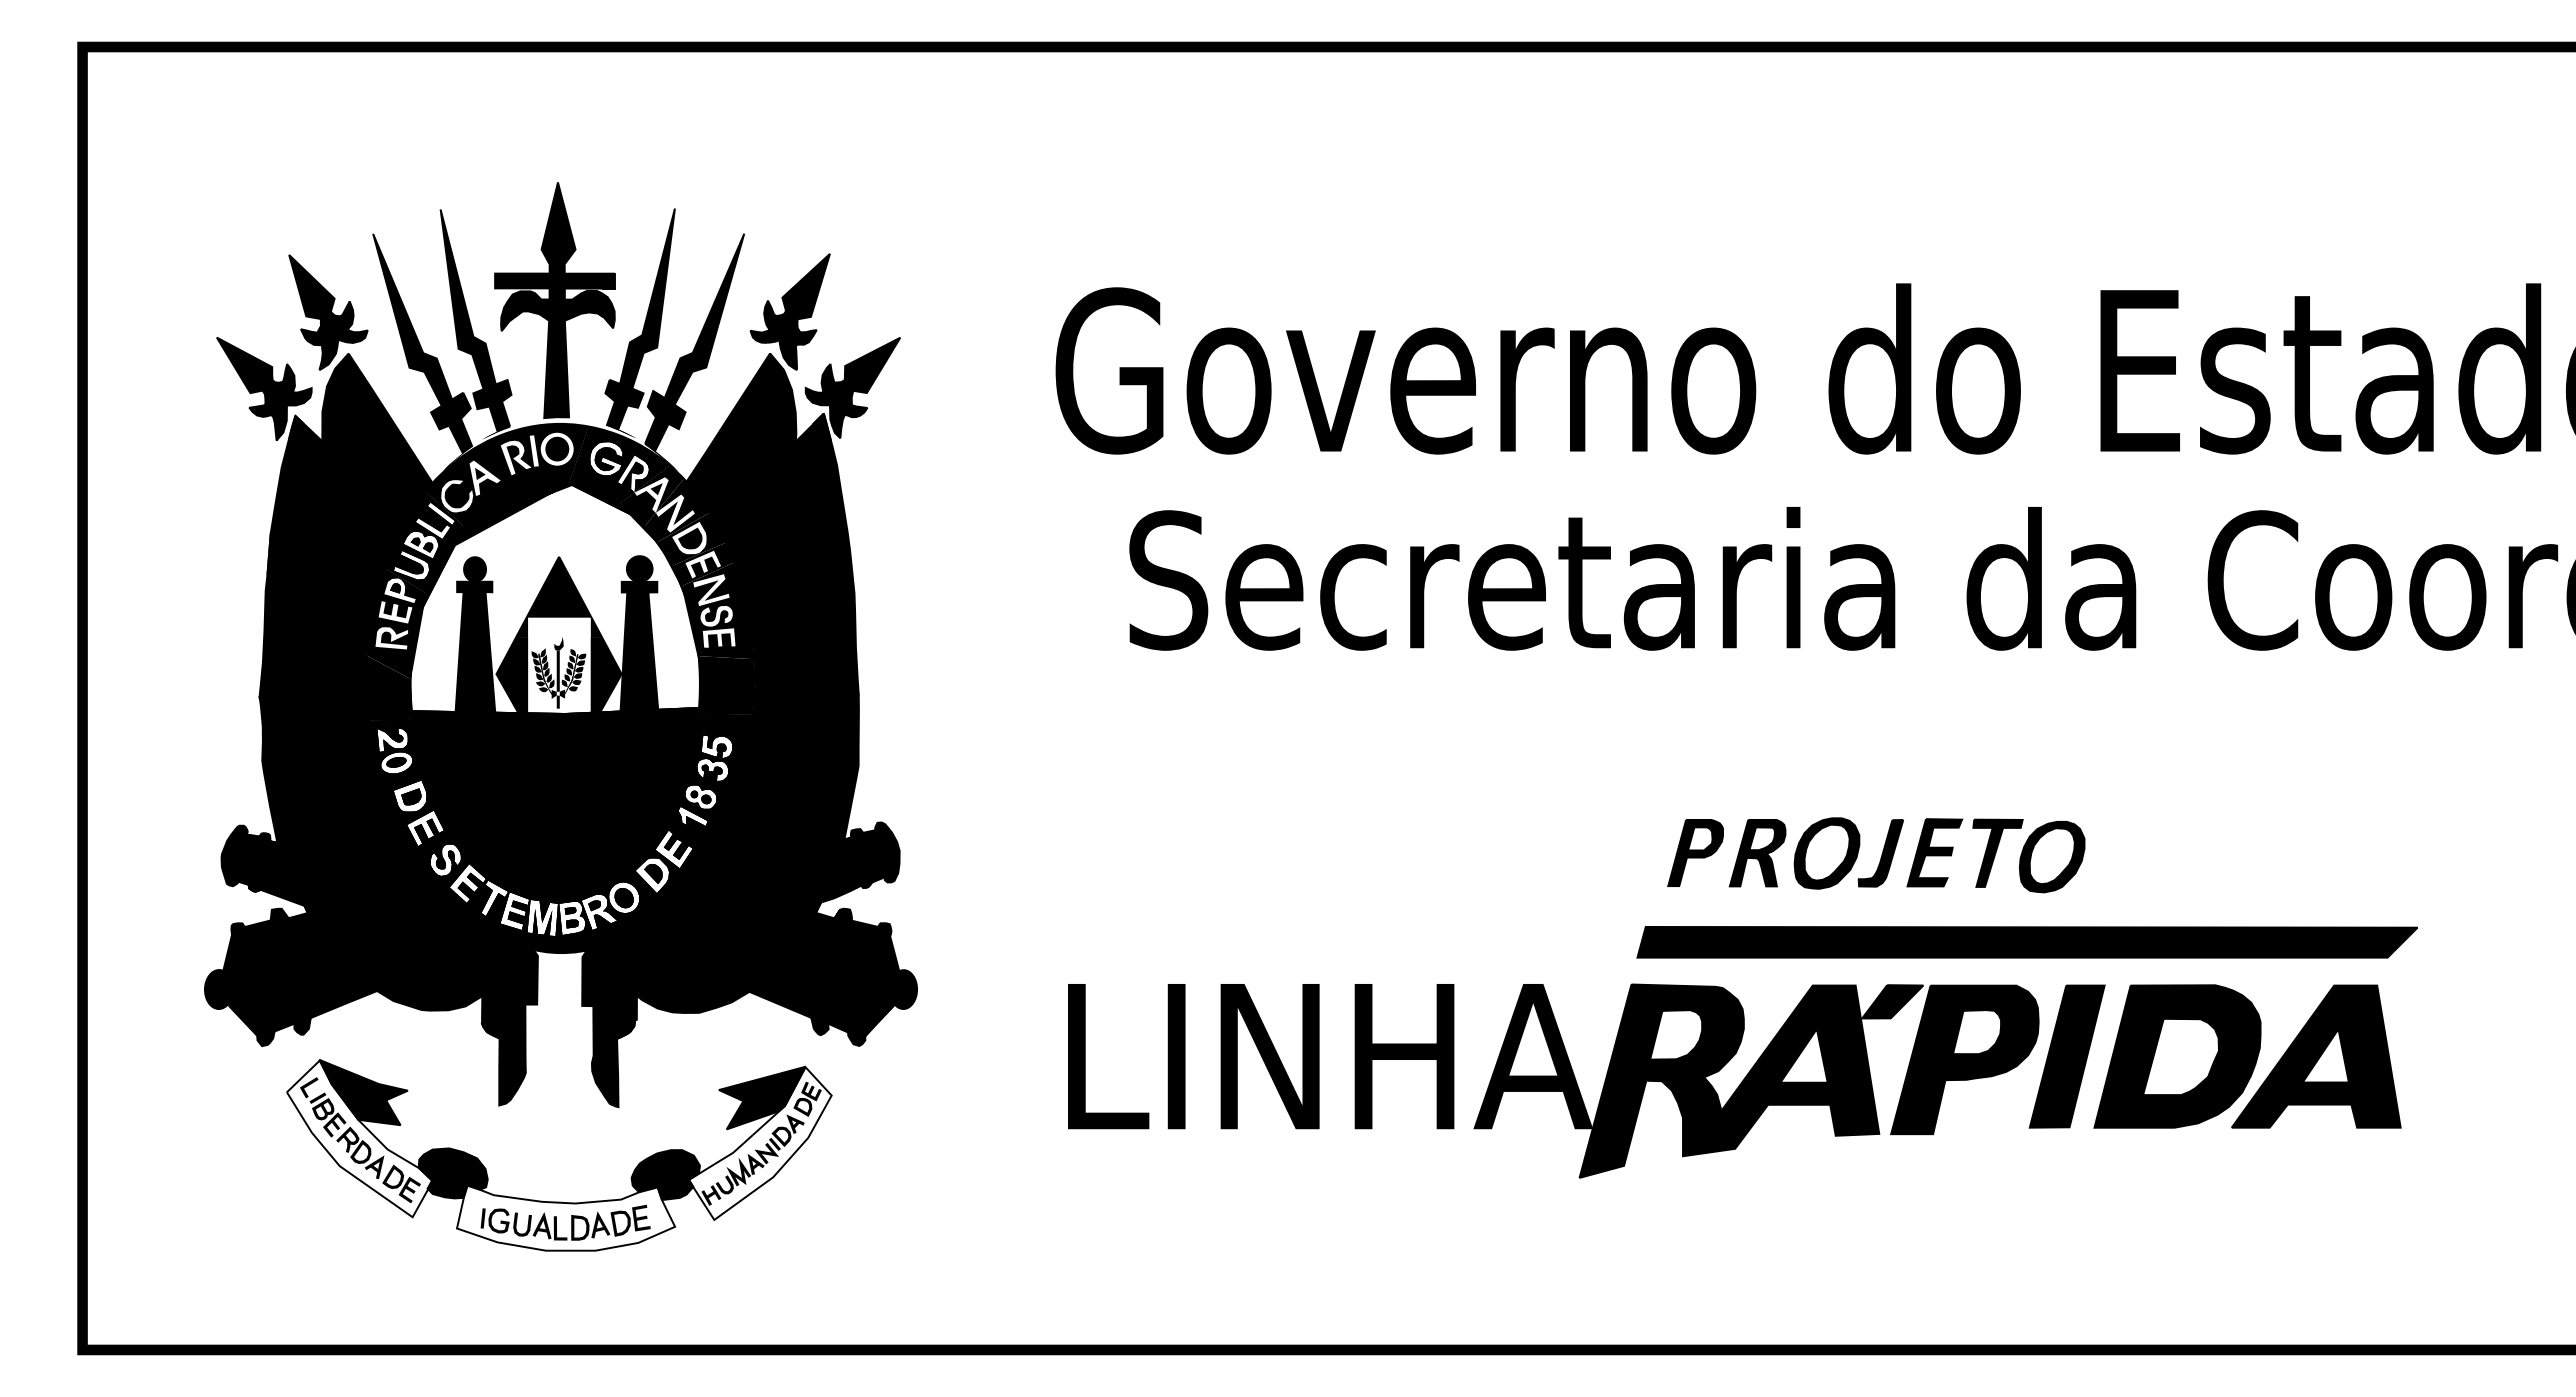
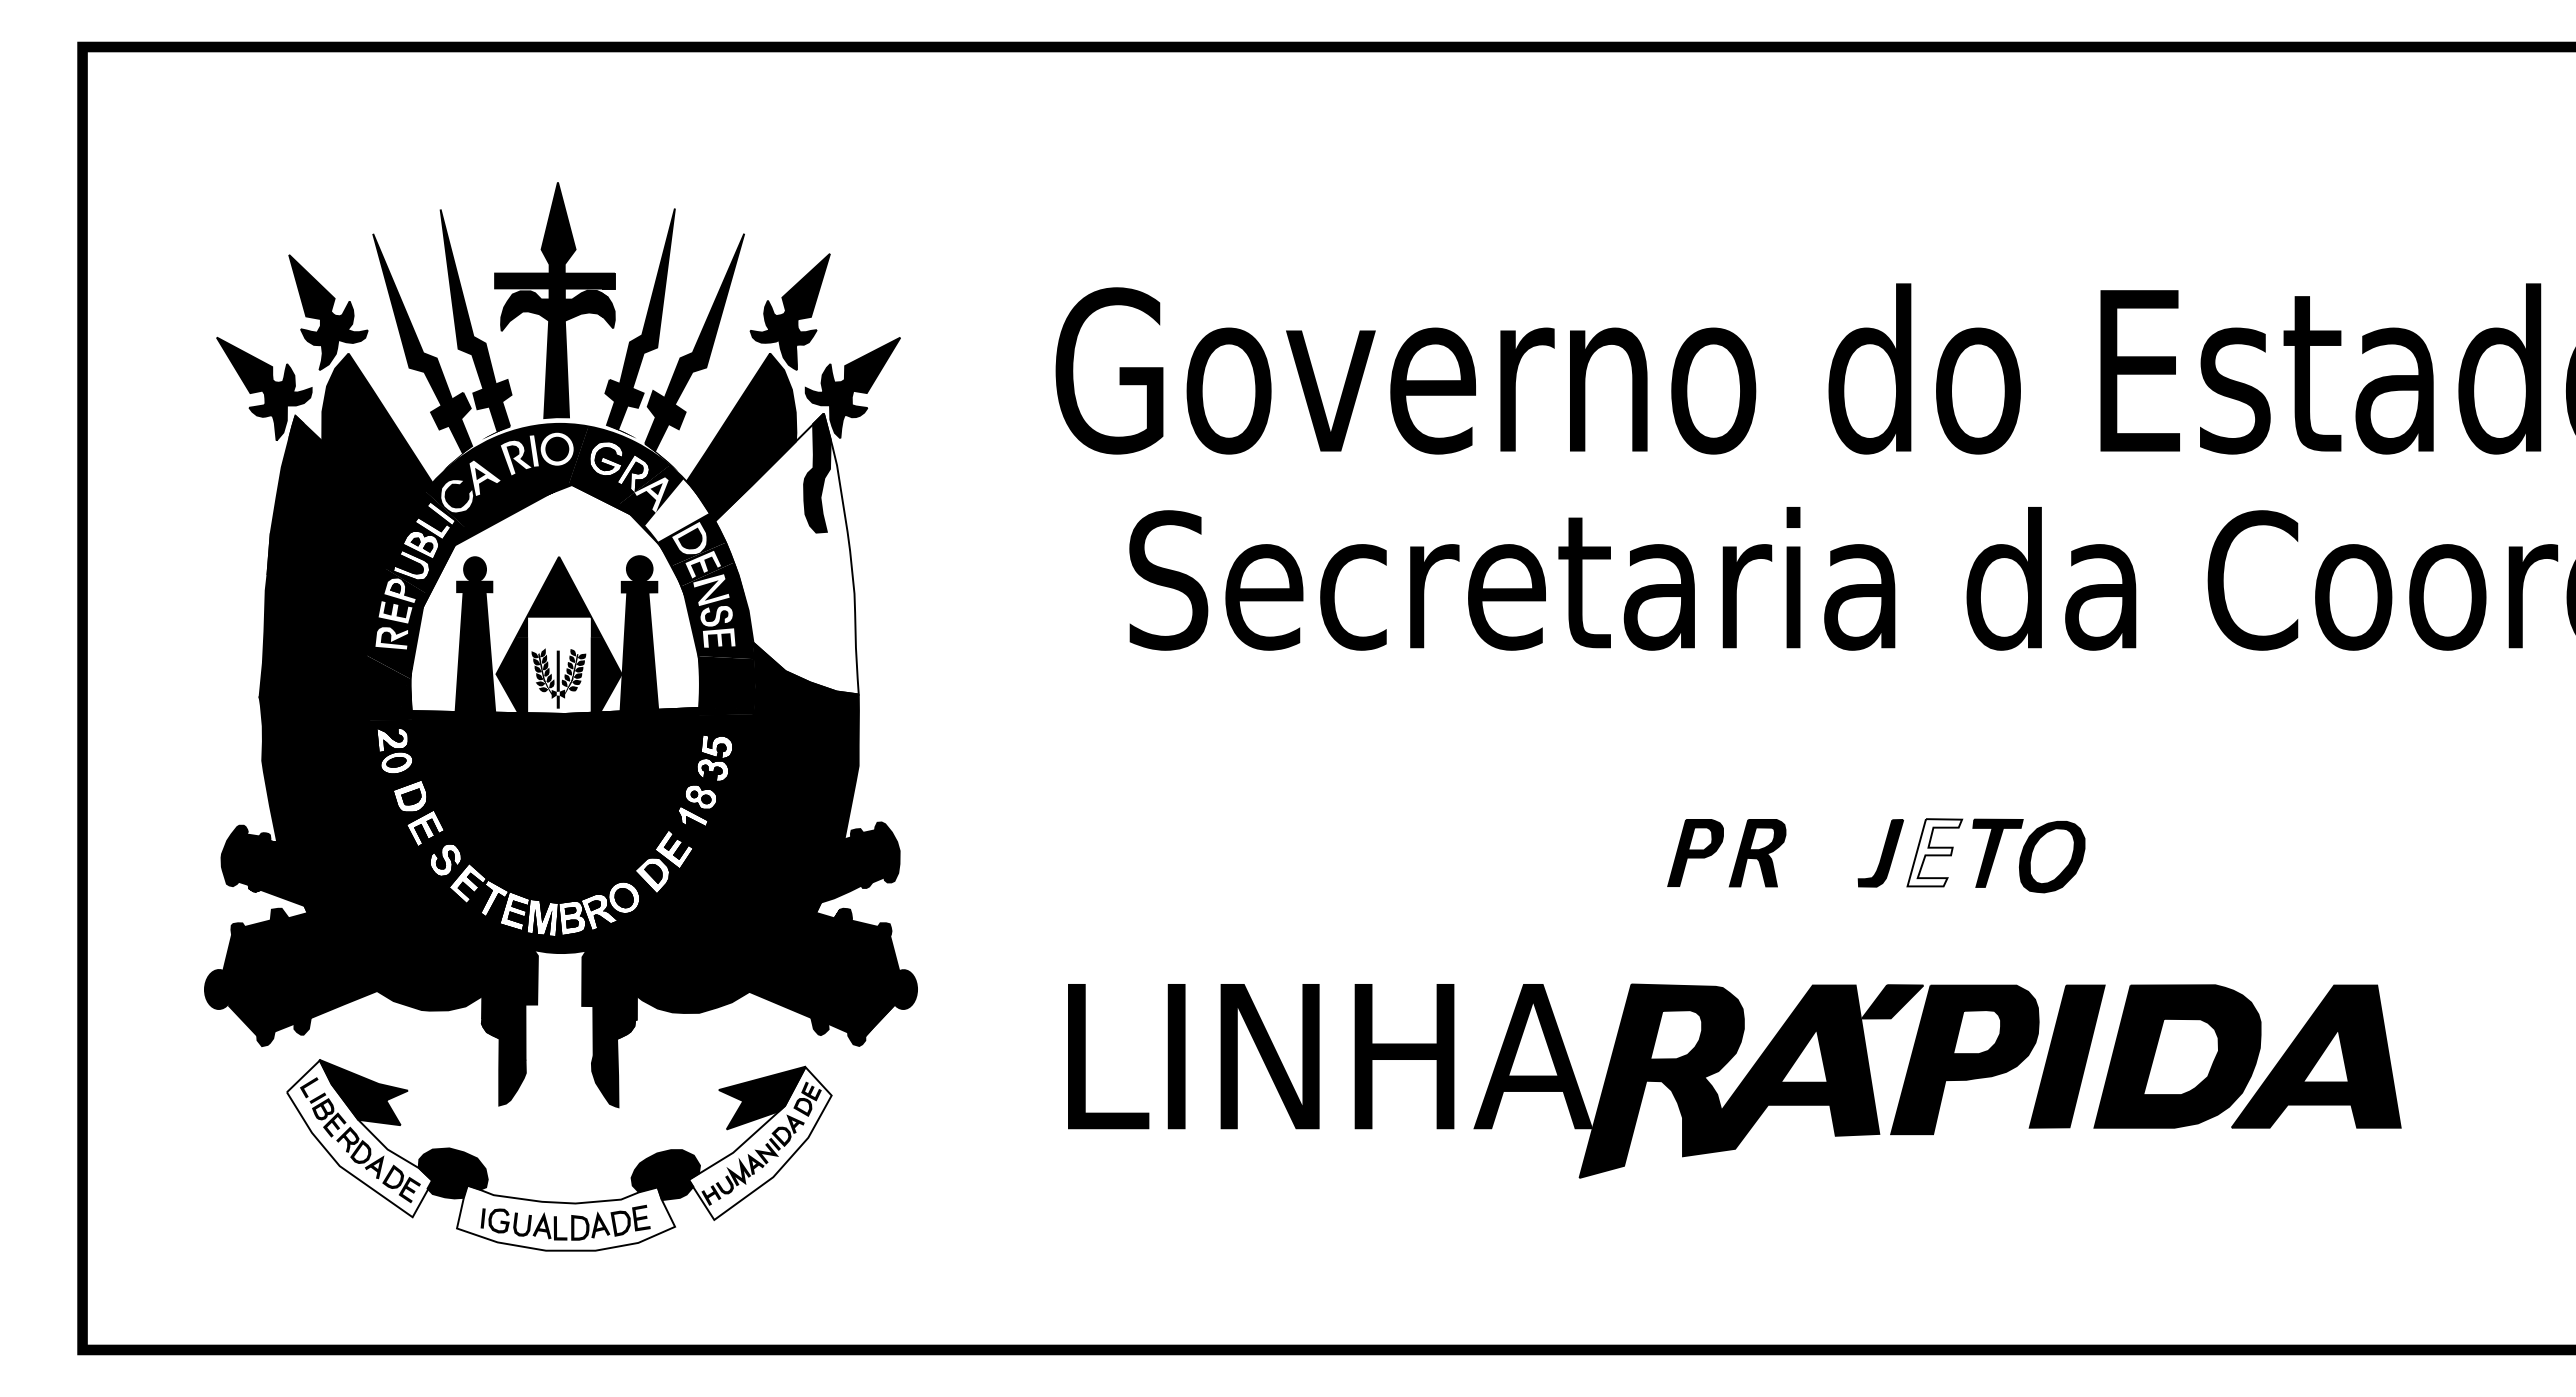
fill at (676, 522): present -> none
fill at (786, 559): present -> none
fill at (558, 643): present -> none
fill at (1934, 852): present -> none
part at (1826, 853): present -> none
part at (2026, 942): present -> none
